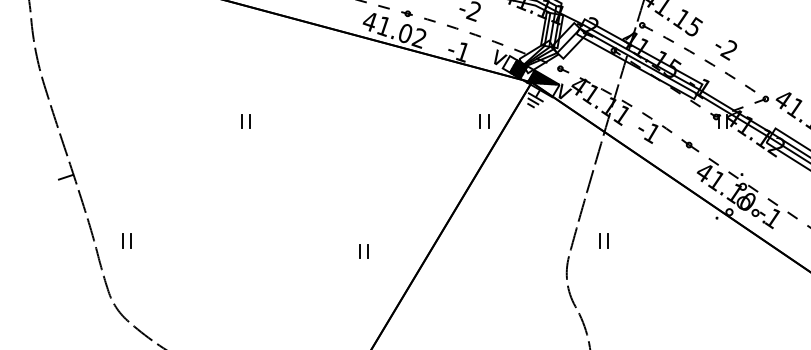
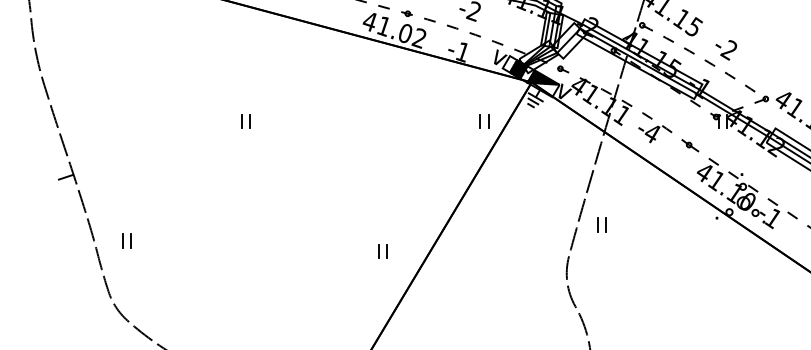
text at (652, 133): -1 -> -4
part at (603, 240) position: (603, 240) -> (601, 224)
part at (363, 251) position: (363, 251) -> (382, 251)
